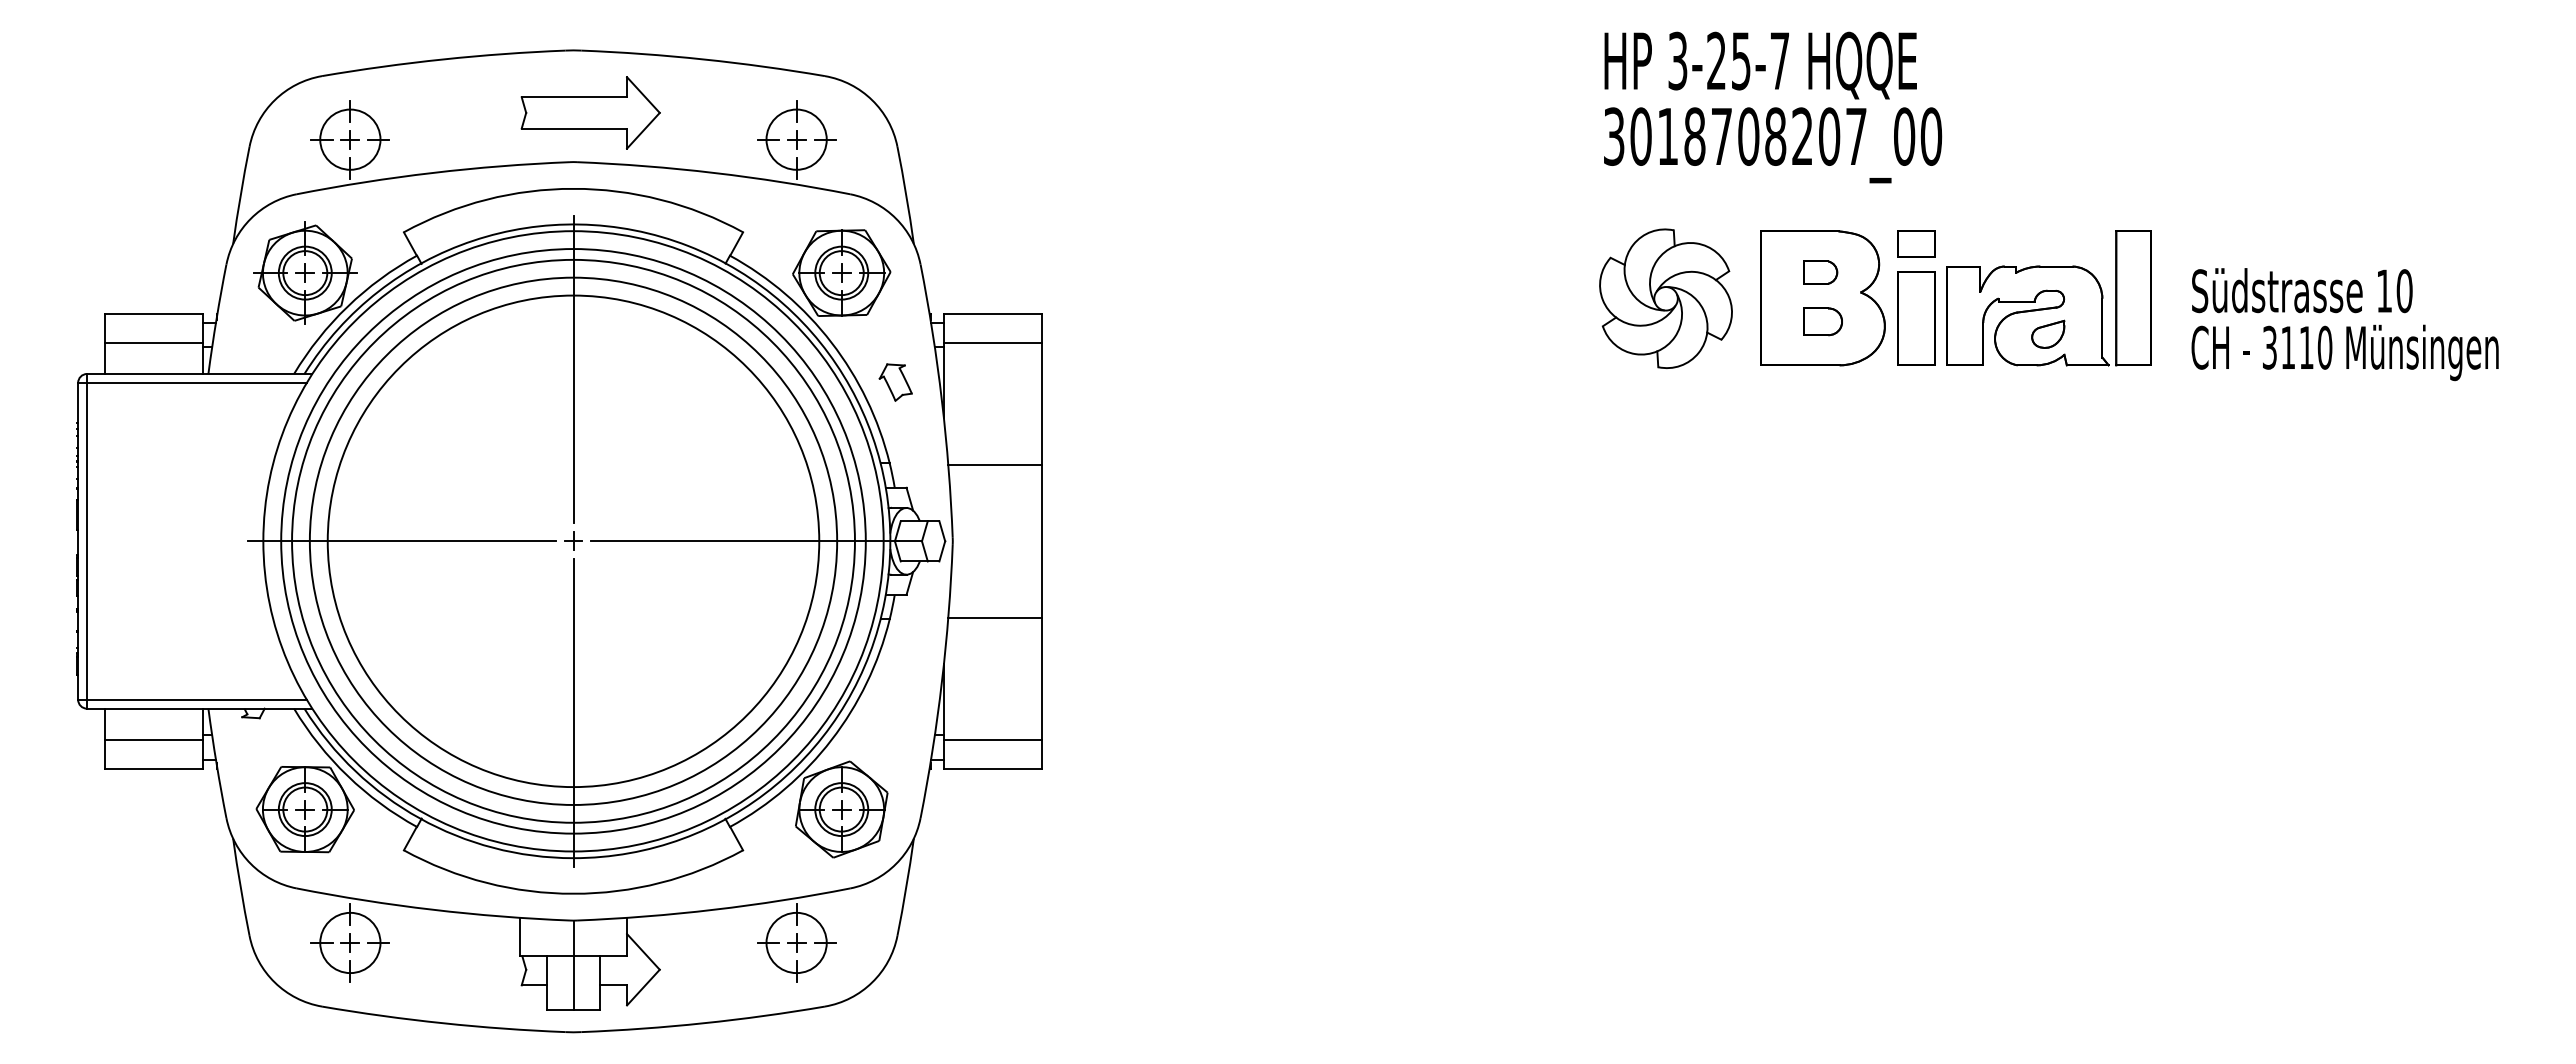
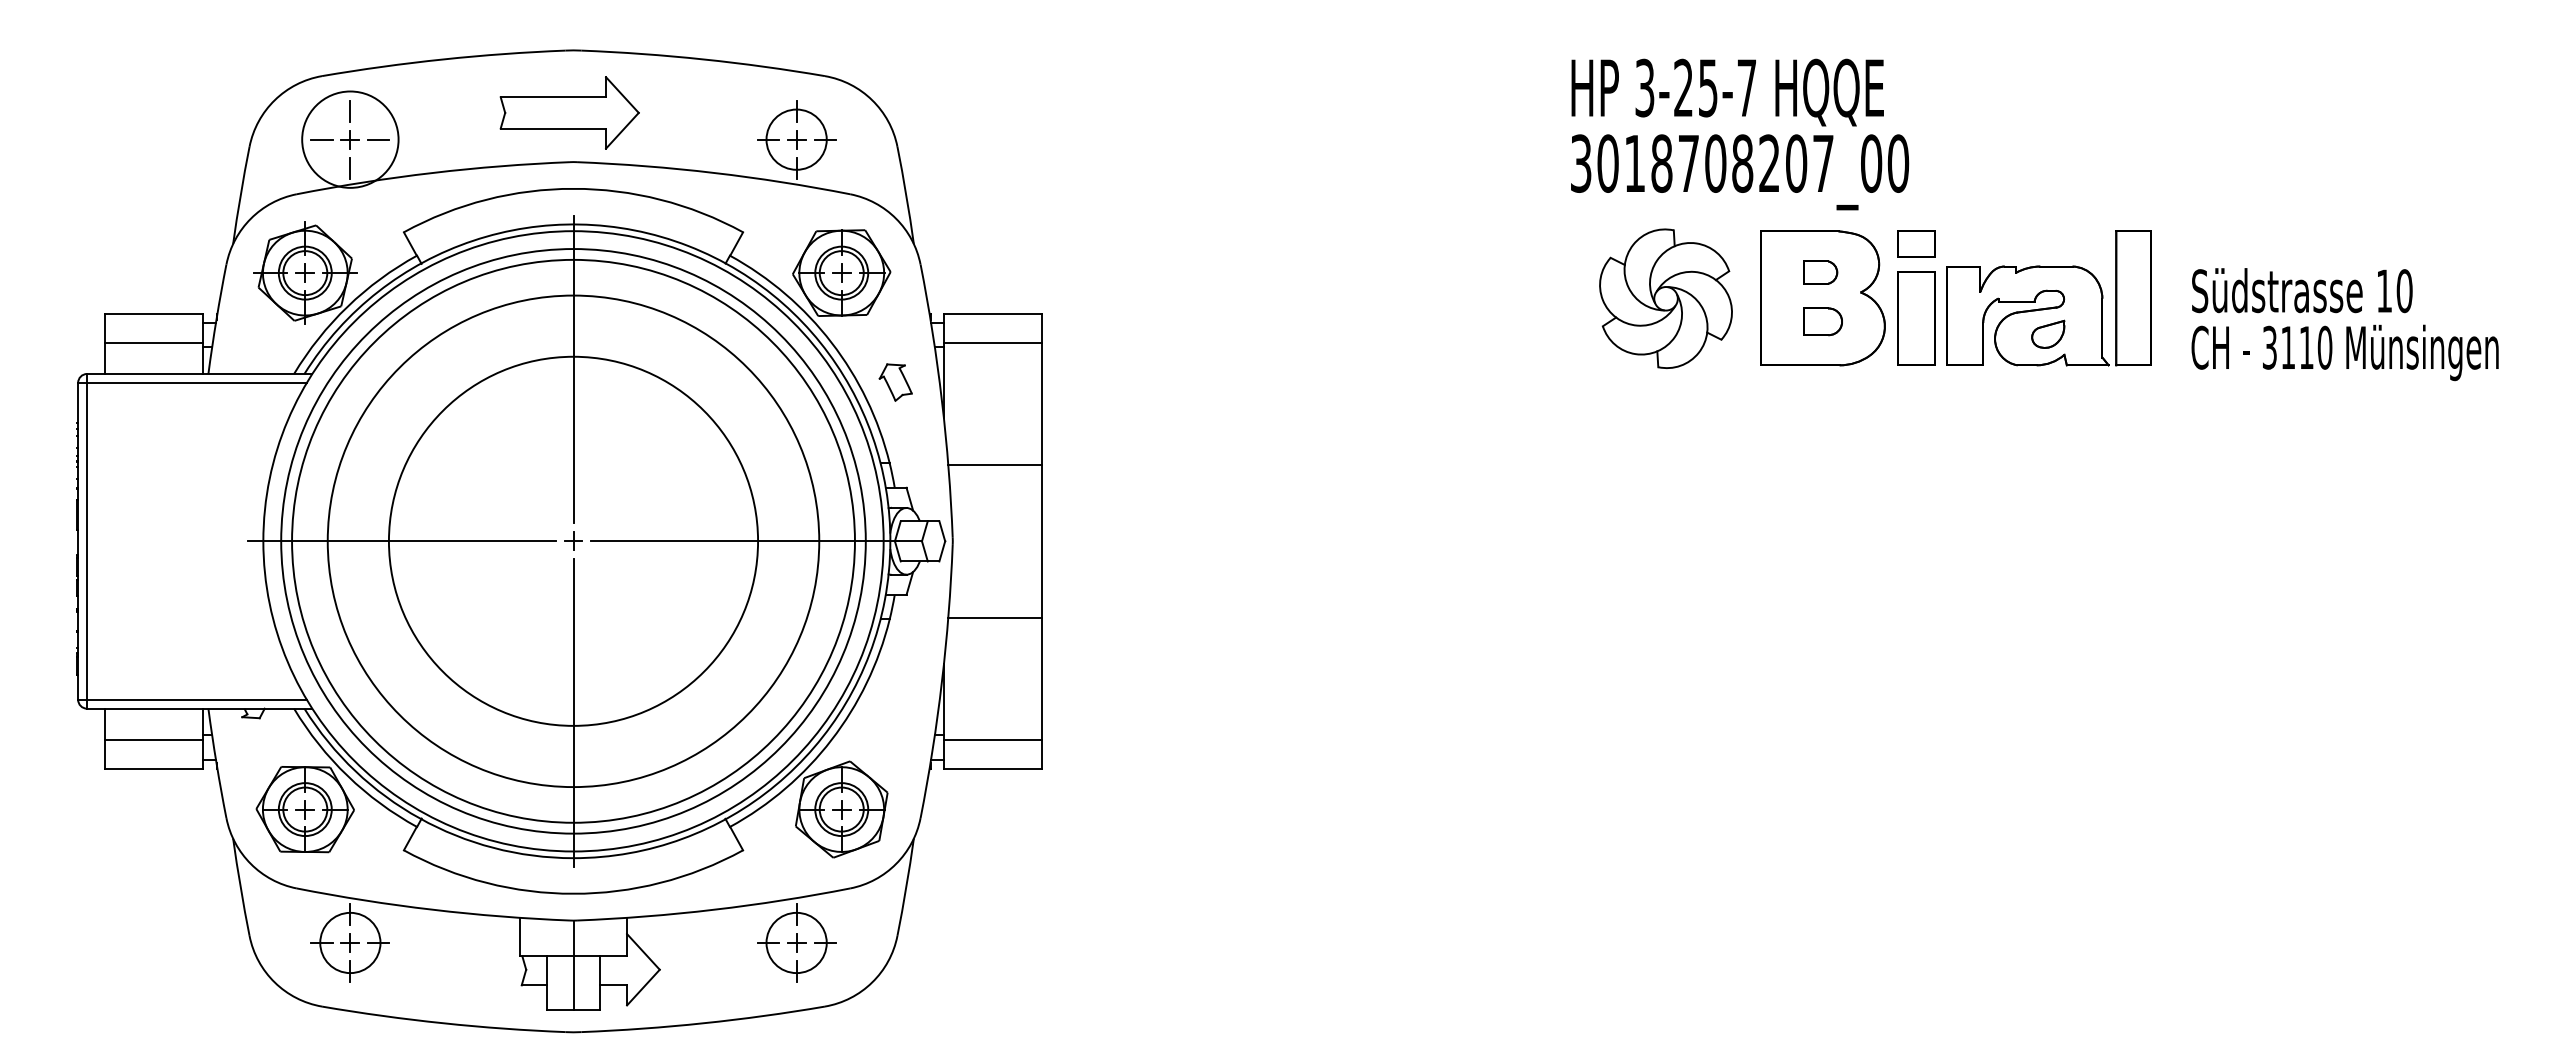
text at (1773, 107) position: (1773, 107) -> (1740, 134)
part at (590, 112) position: (590, 112) -> (569, 112)
circle at (350, 139) diameter: 60 px -> 96 px
circle at (573, 540) diameter: 527 px -> 369 px
